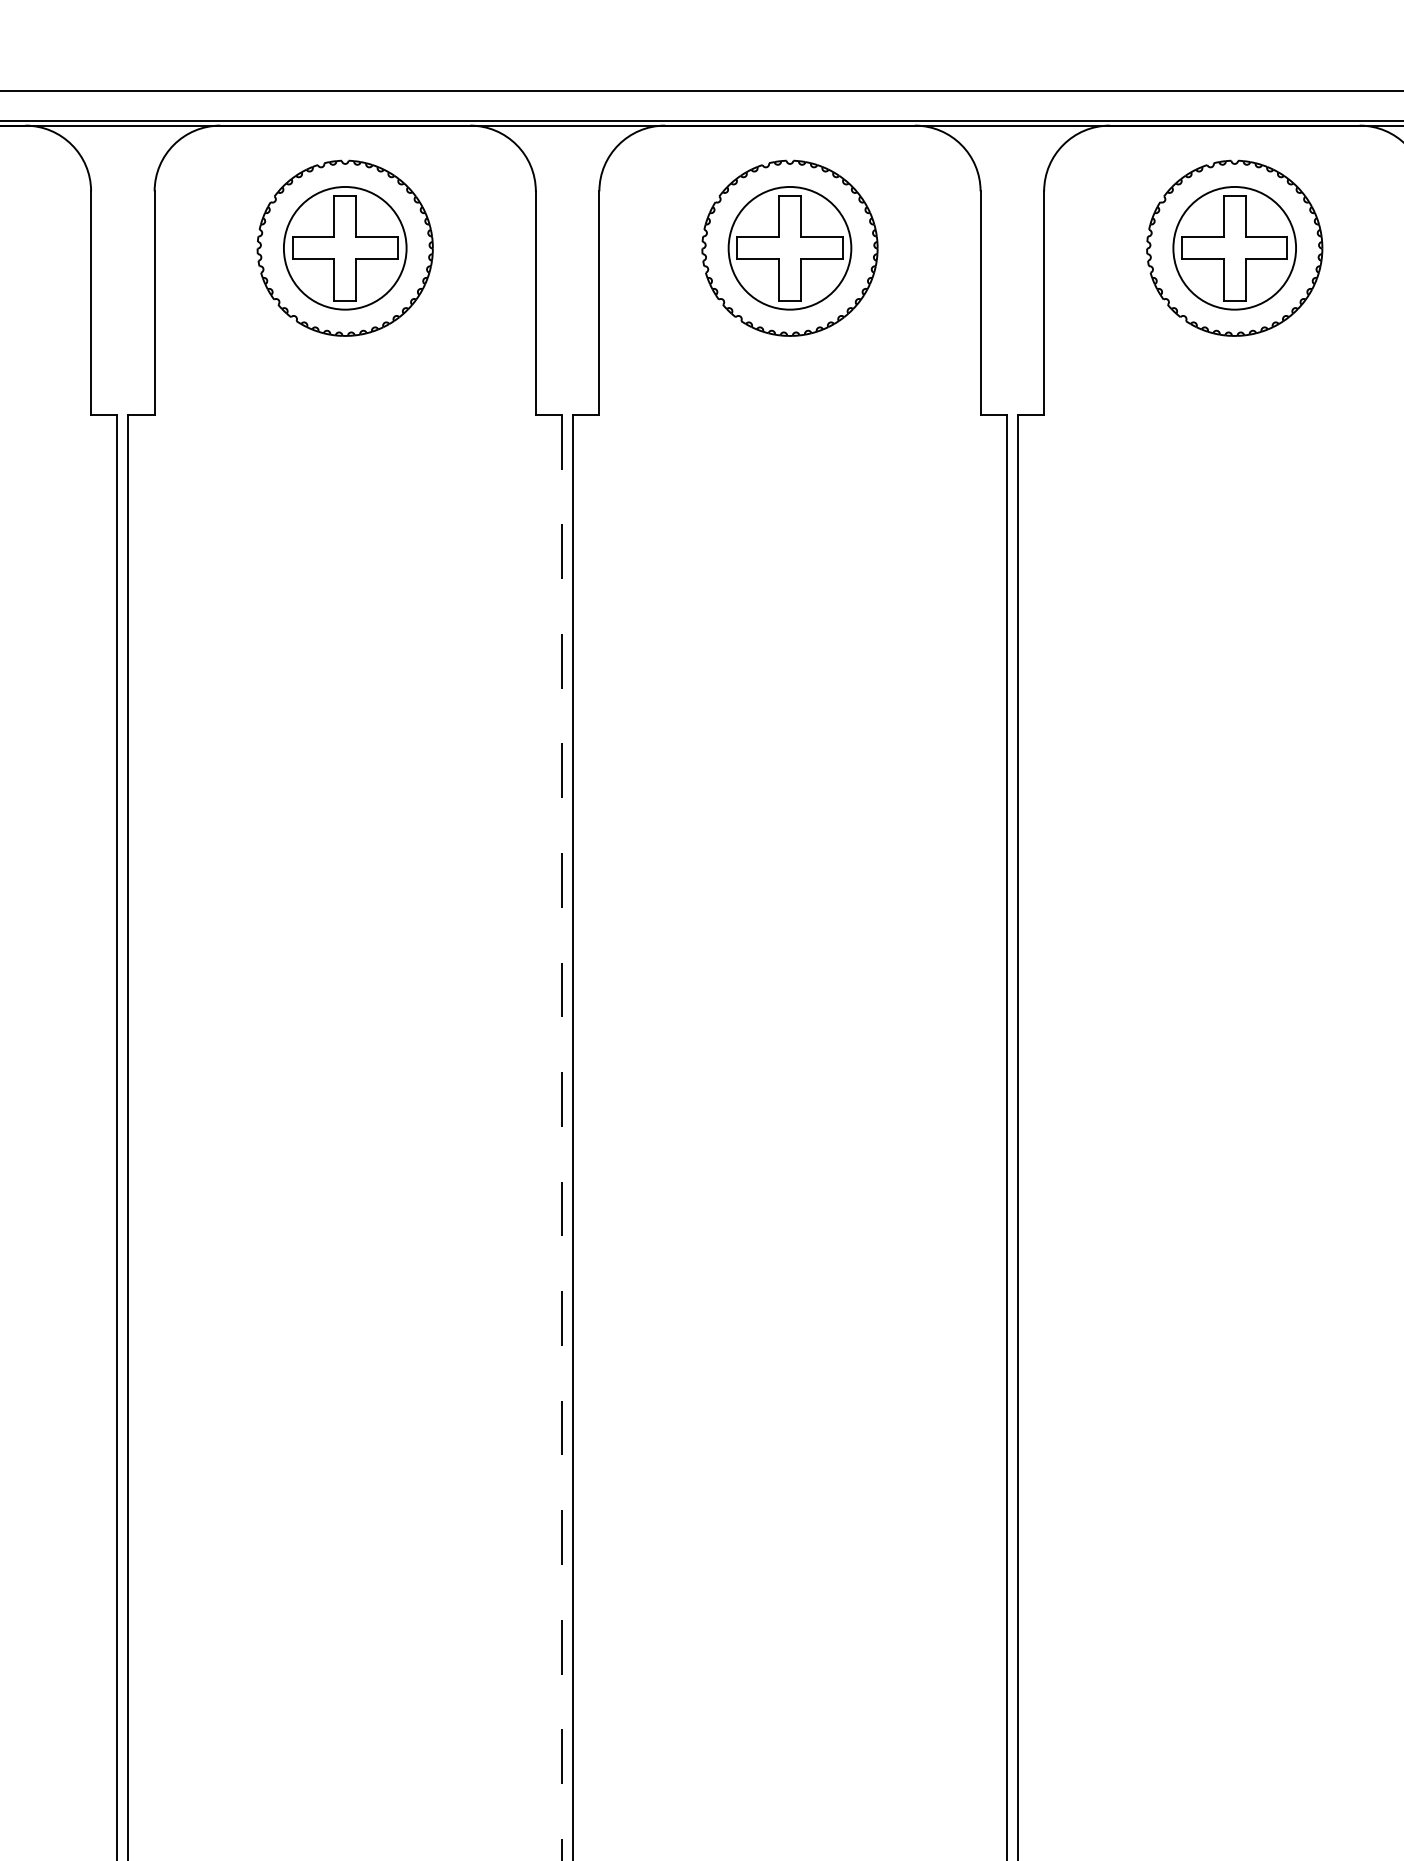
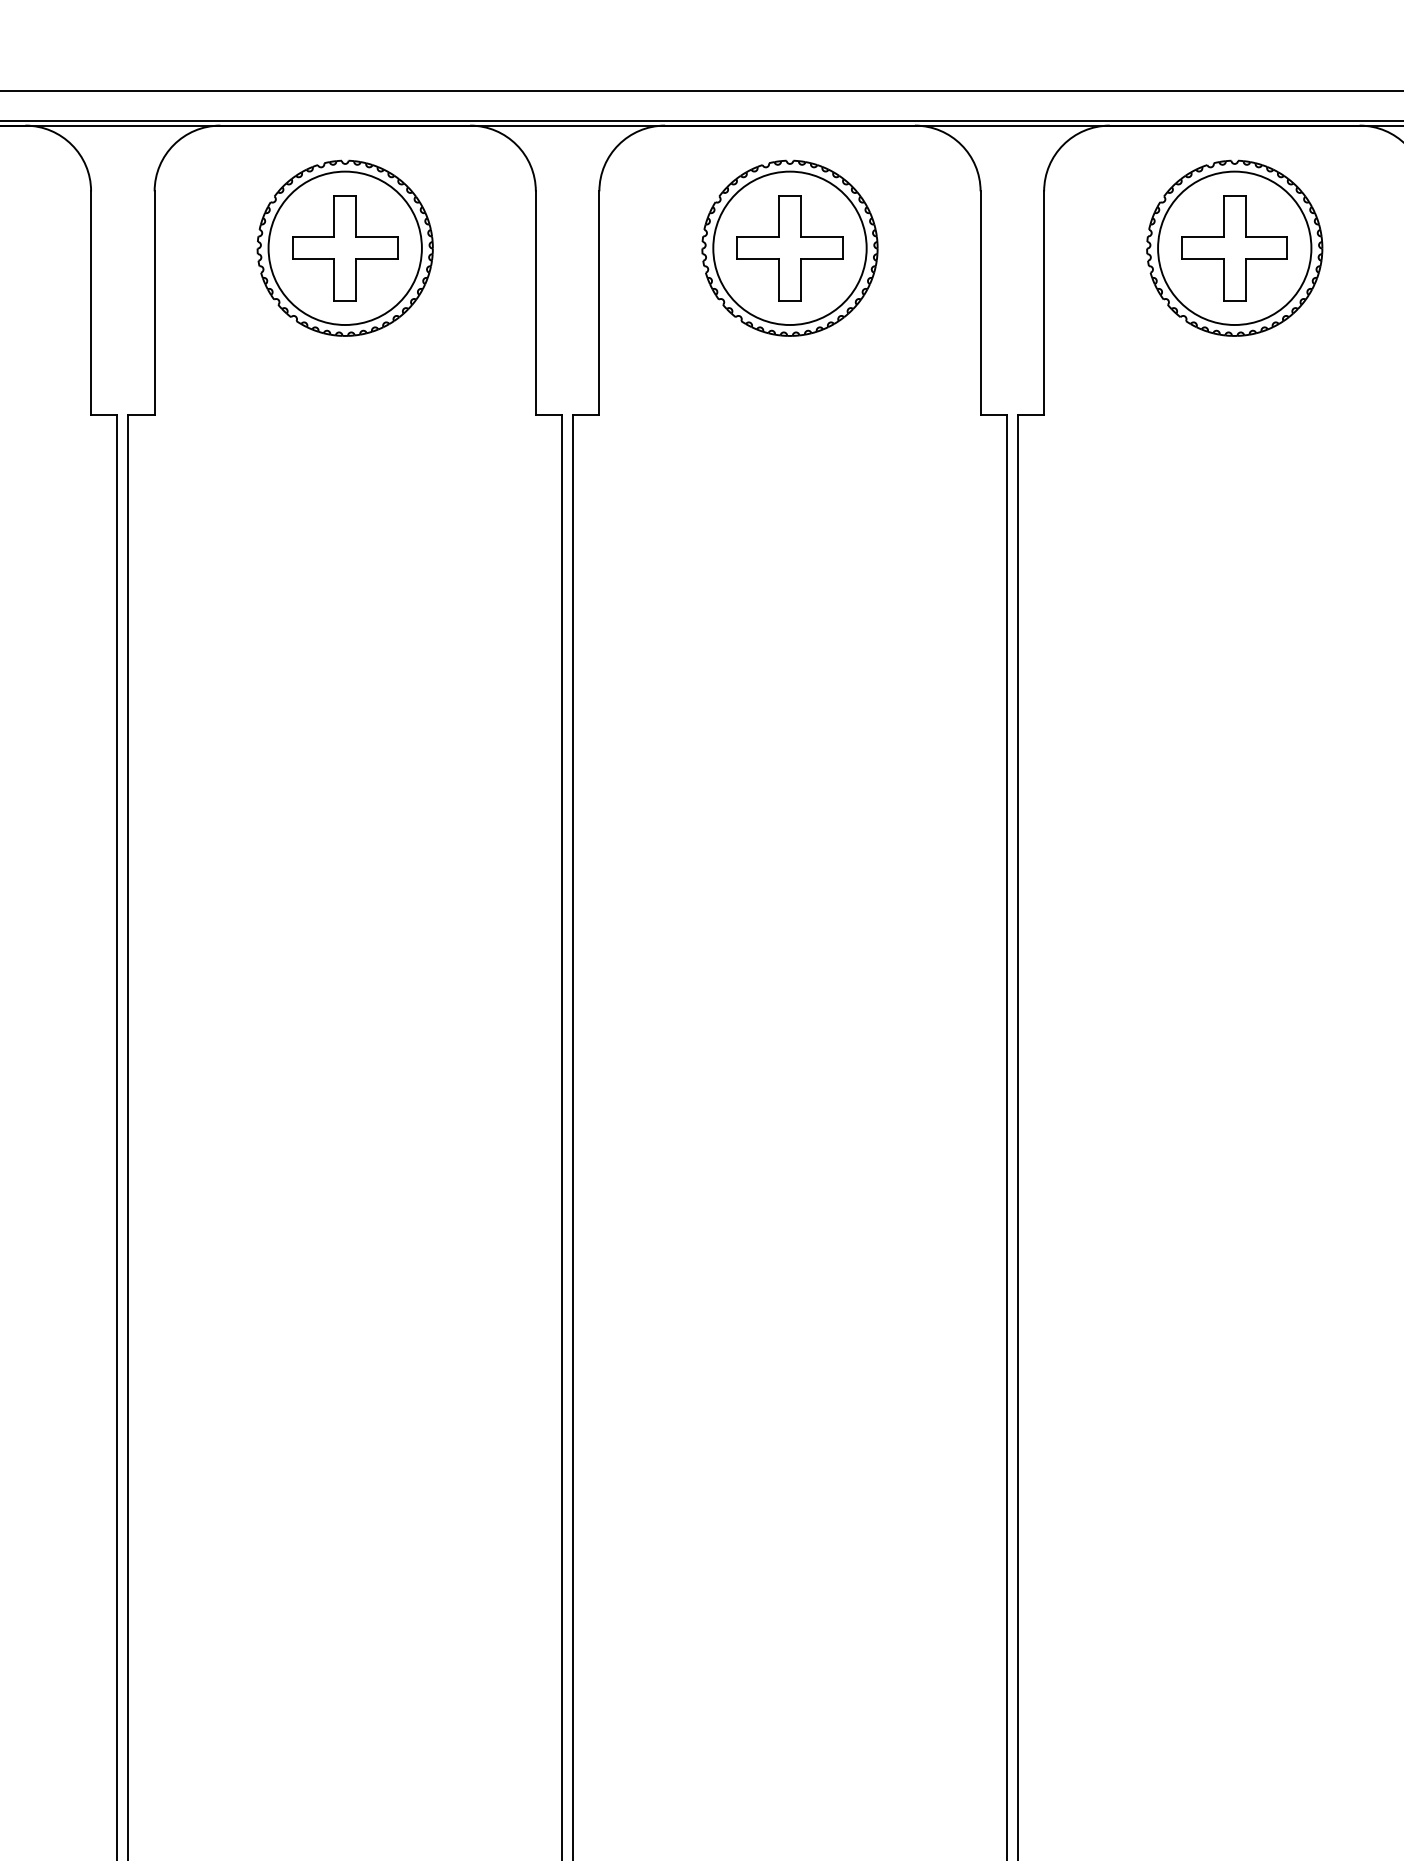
circle at (344, 247) diameter: 123 px -> 153 px
circle at (789, 247) diameter: 123 px -> 153 px
circle at (1234, 247) diameter: 123 px -> 153 px
line at (562, 1137): dashed -> solid
